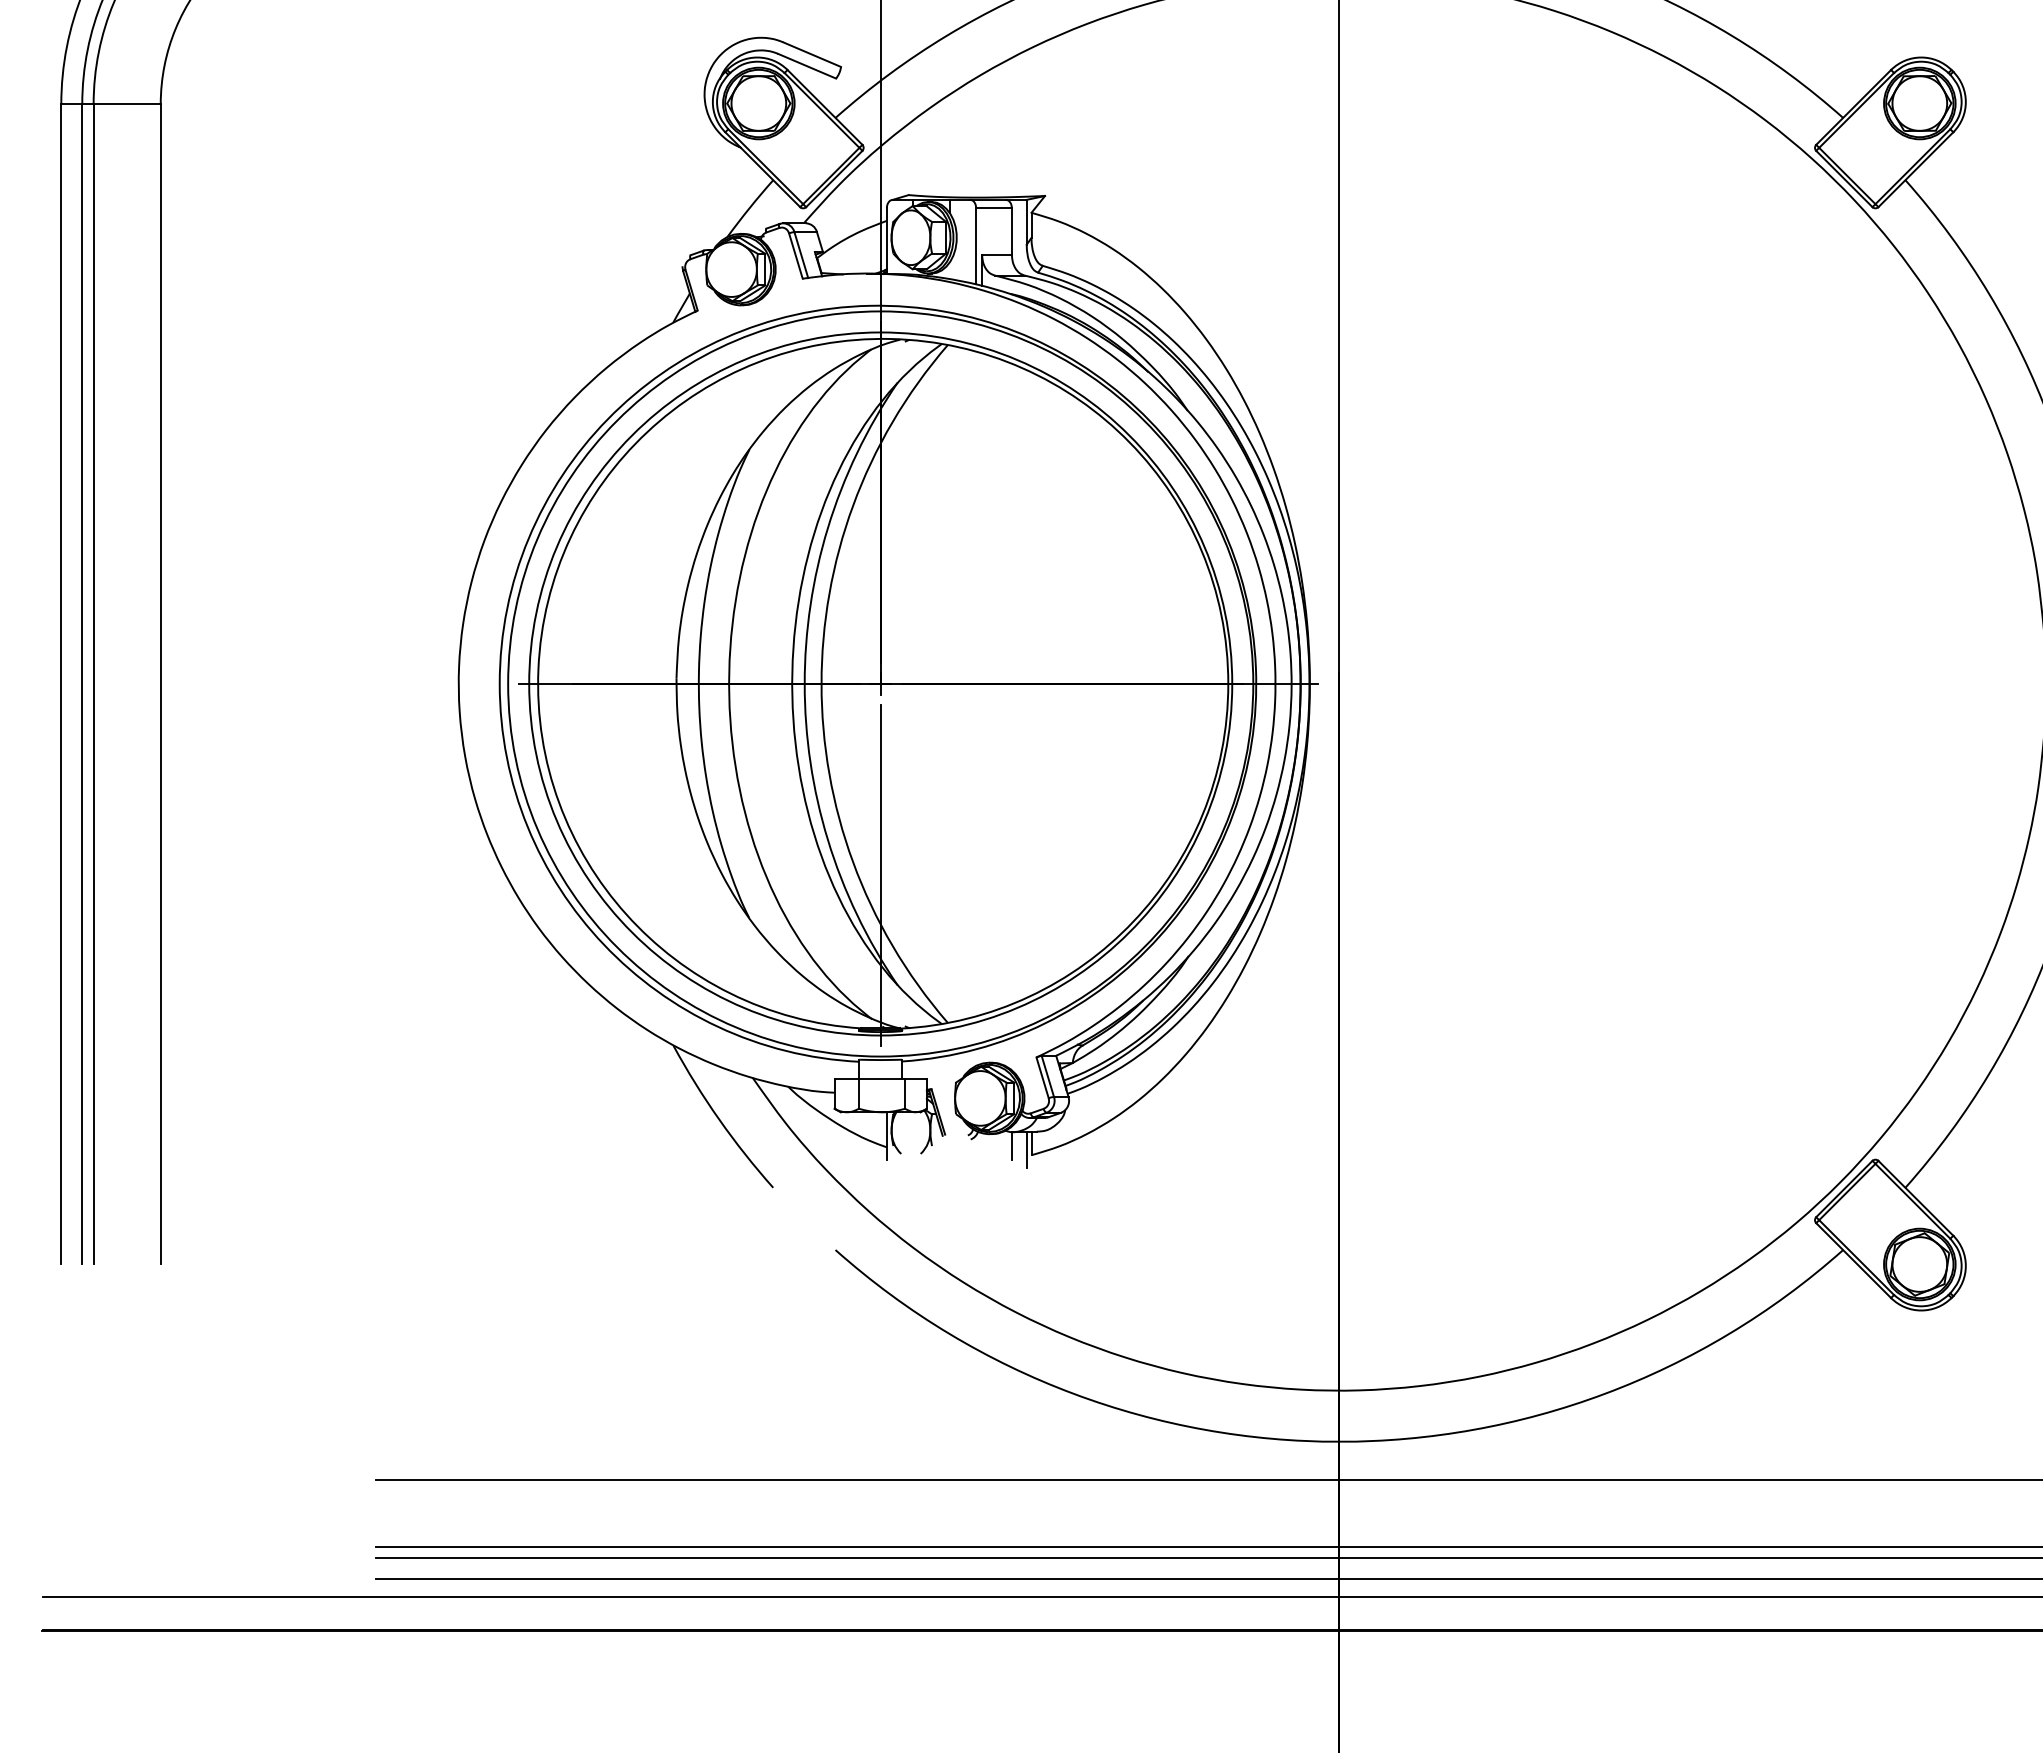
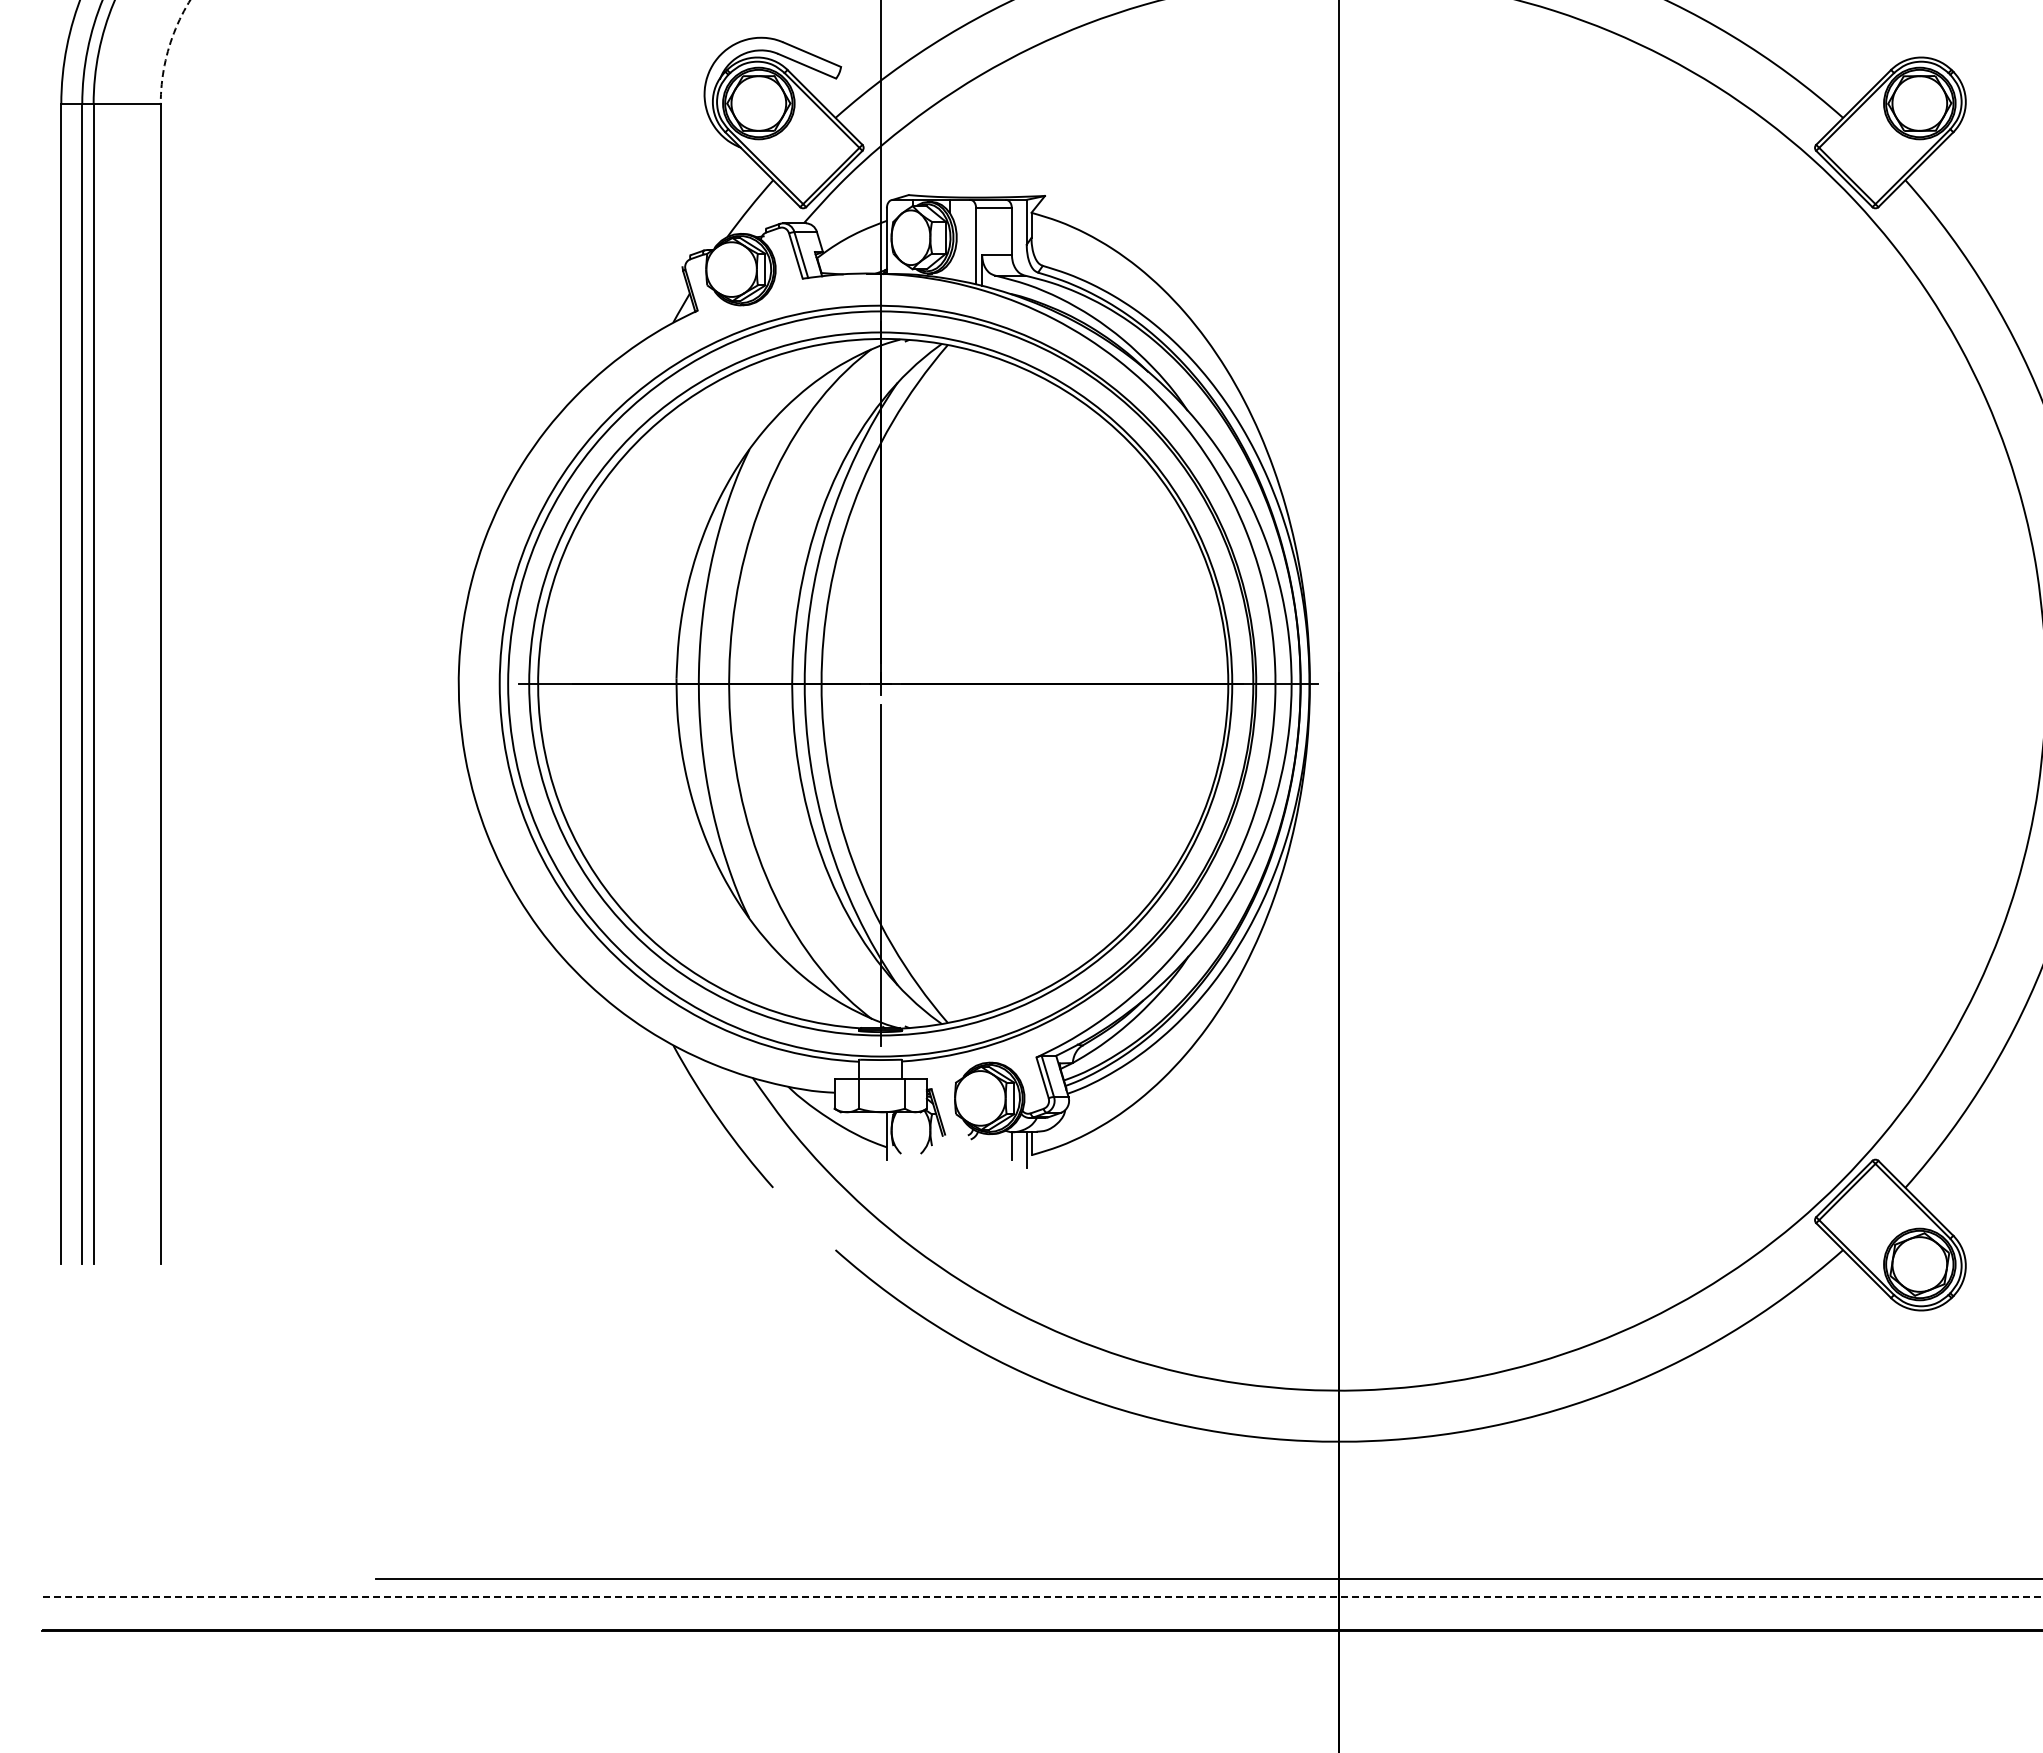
arc at (168, 49): solid -> dashed
line at (1207, 1479): present -> none
line at (1207, 1546): present -> none
line at (1207, 1558): present -> none
line at (1042, 1597): solid -> dashed
